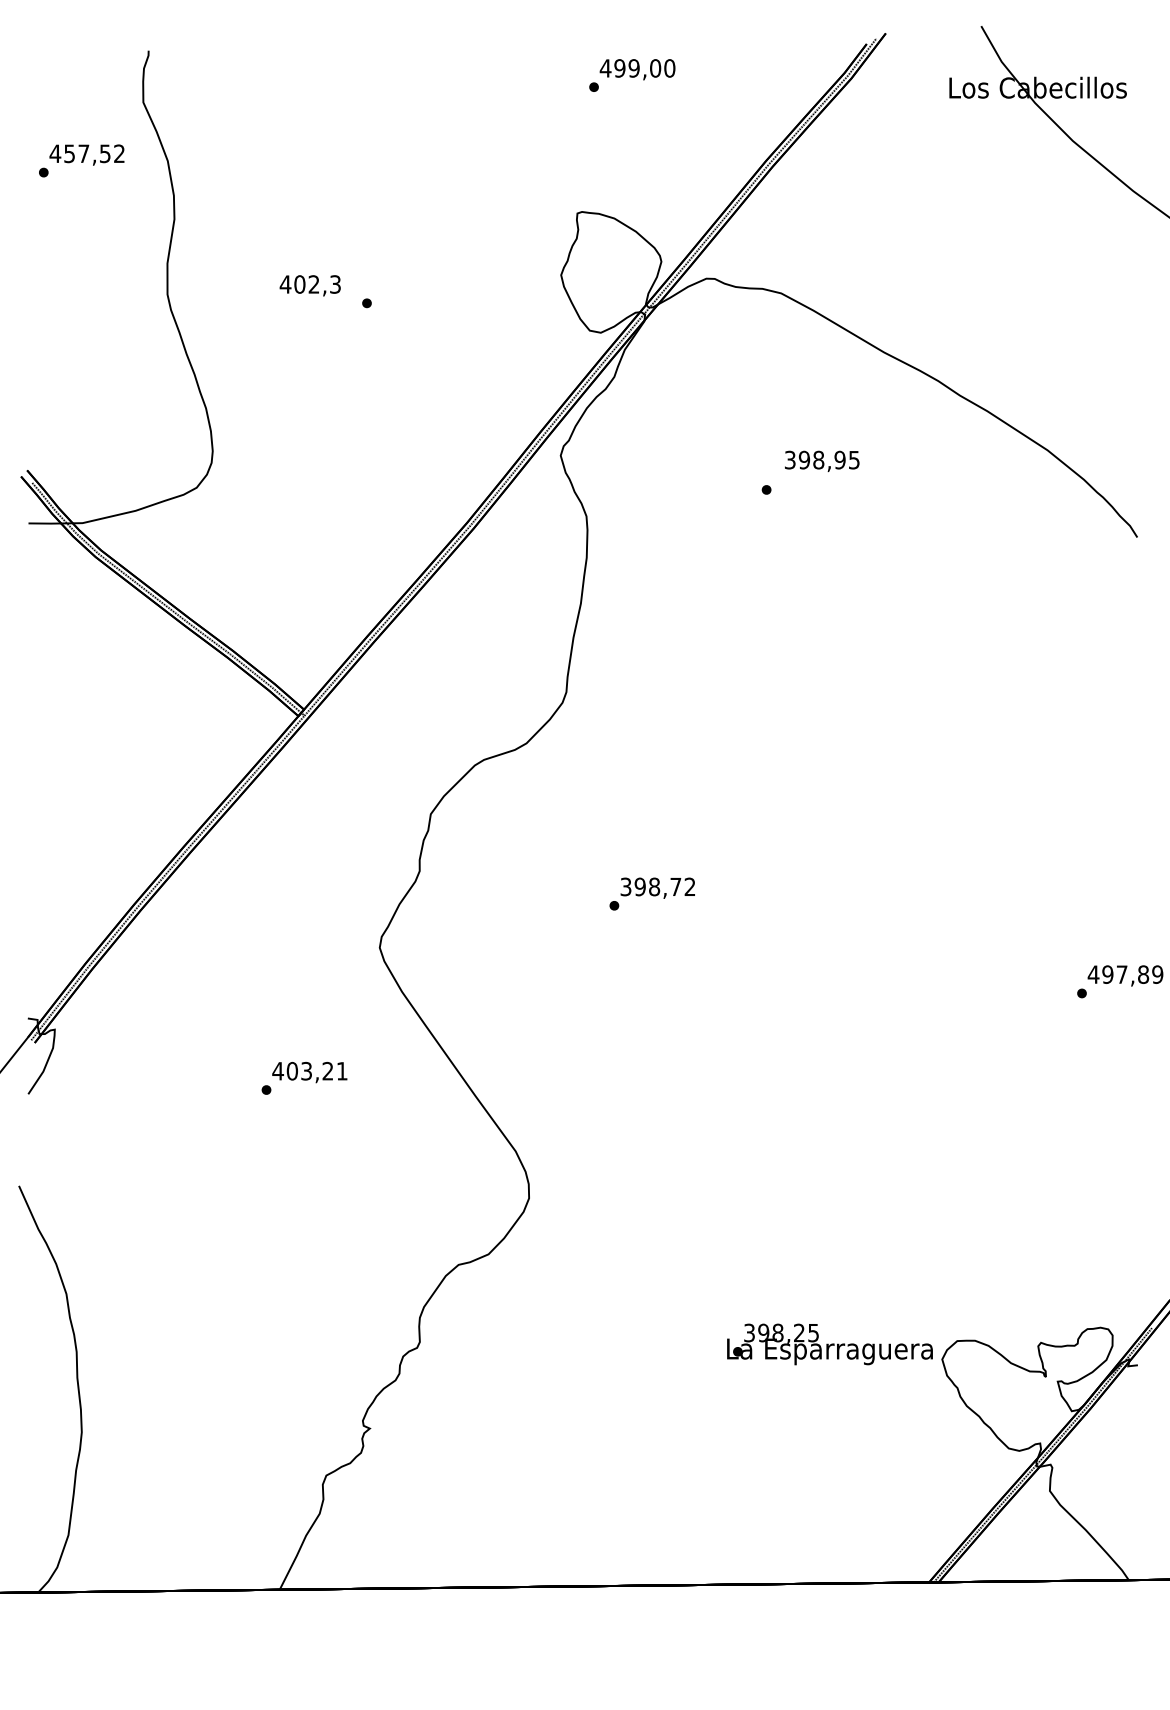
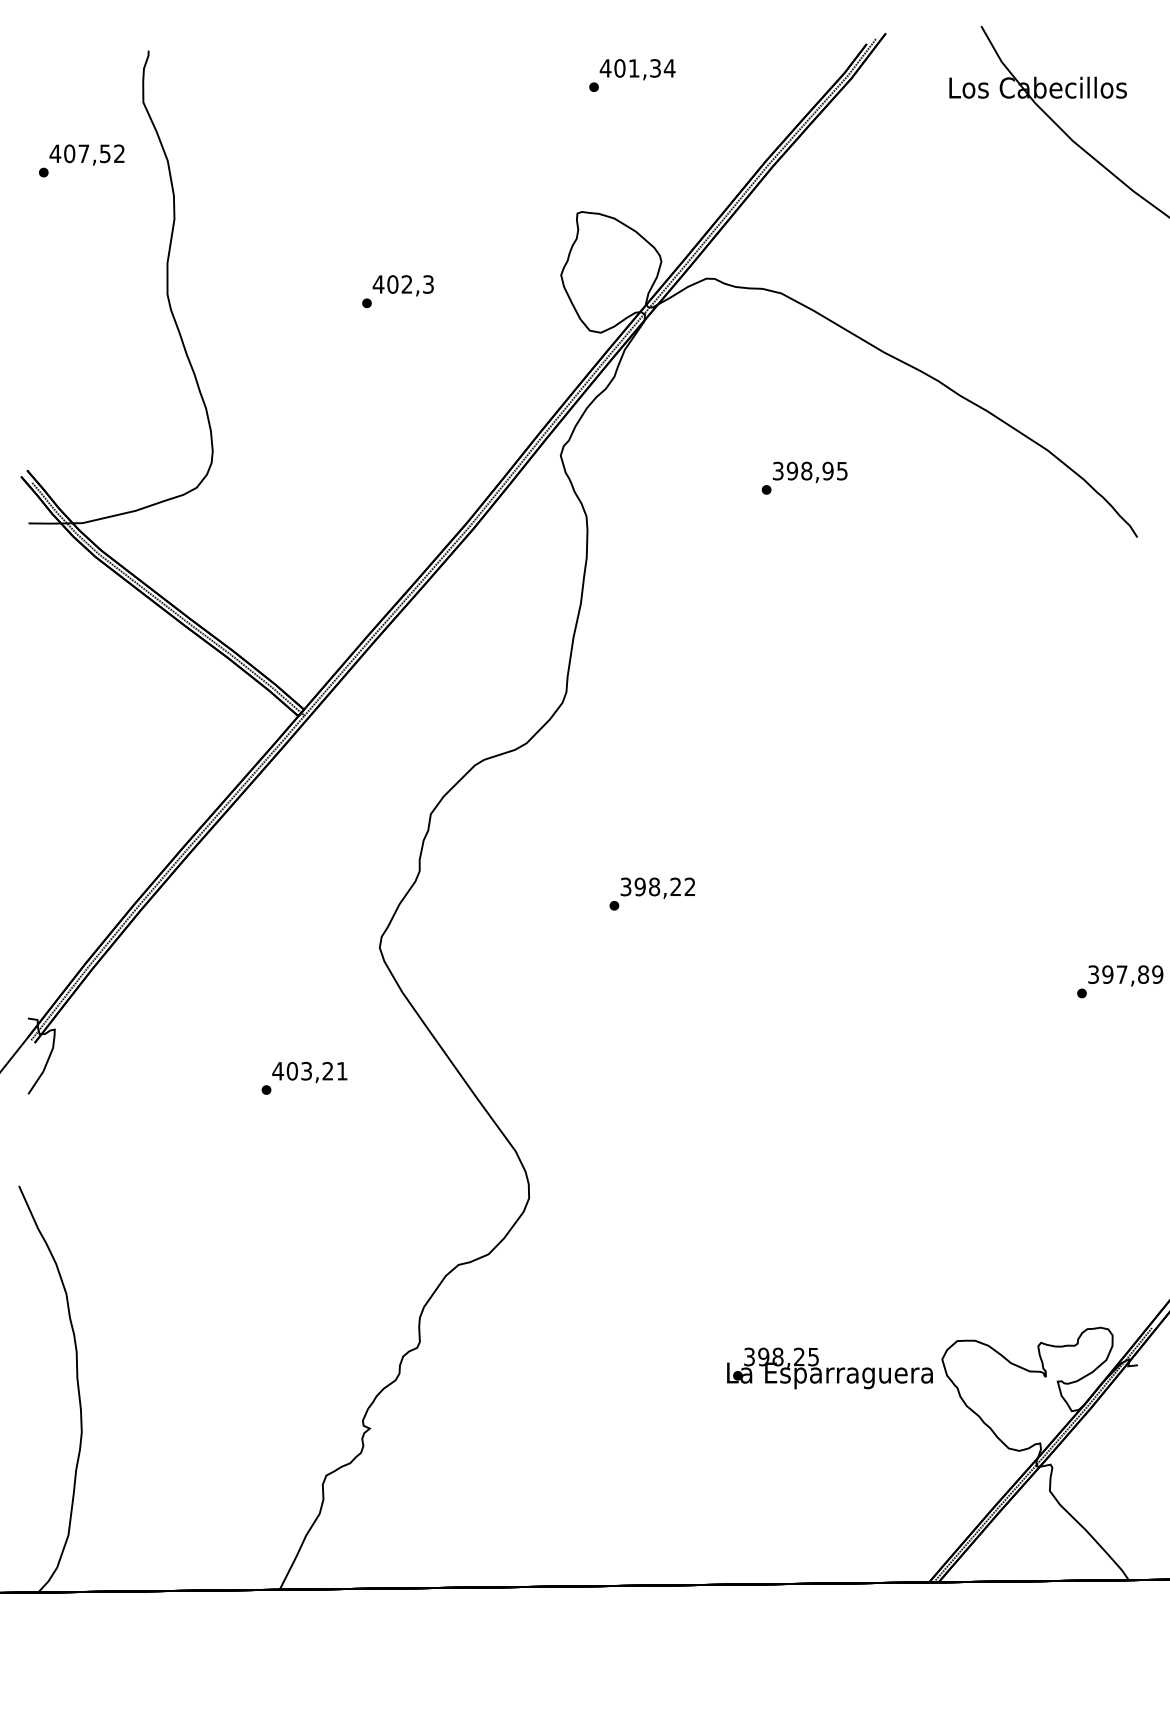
text at (644, 68): 499,00 -> 401,34
text at (69, 153): 457,52 -> 407,52
text at (309, 285) position: (309, 285) -> (402, 285)
text at (822, 460) position: (822, 460) -> (810, 471)
text at (675, 886): 398,72 -> 398,22
text at (1093, 974): 497,89 -> 397,89
text at (829, 1344) position: (829, 1344) -> (829, 1368)
